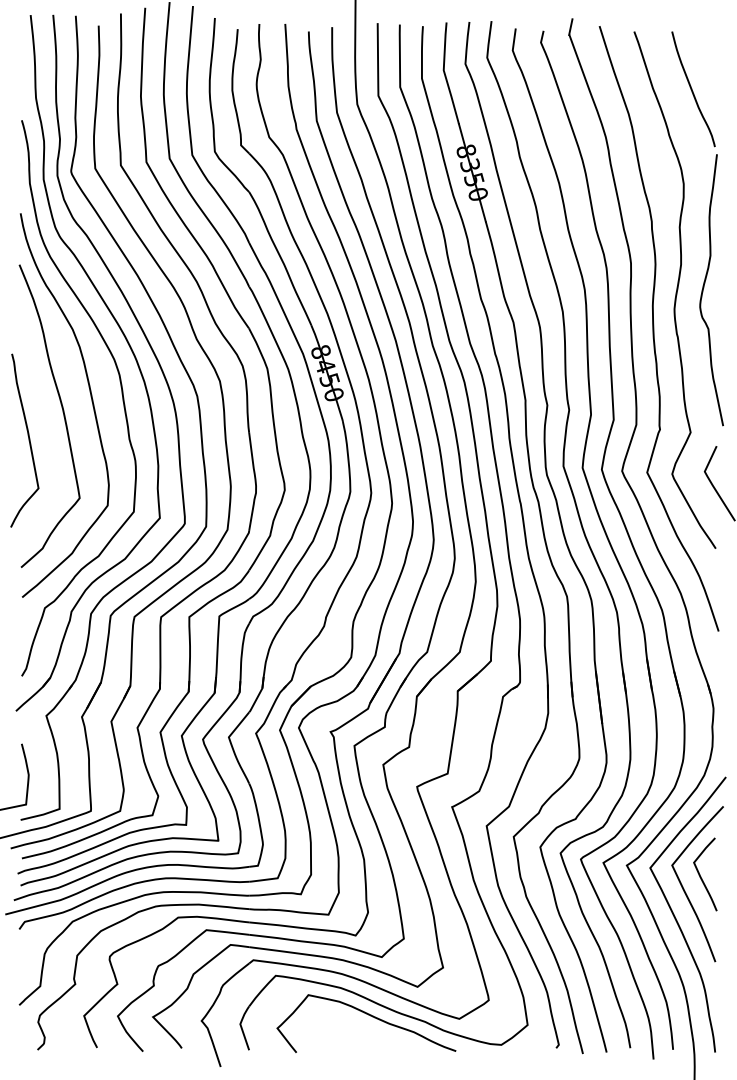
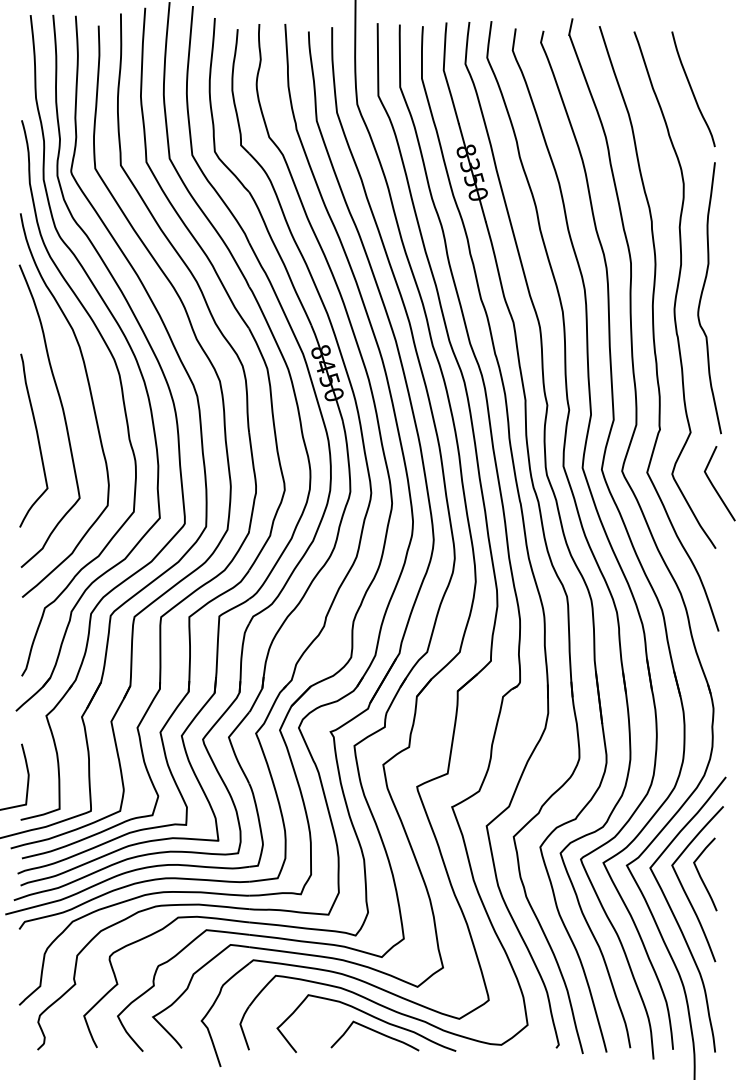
curve at (704, 287) position: (704, 287) -> (702, 295)
curve at (28, 440) position: (28, 440) -> (37, 440)
curve at (375, 1032): none -> present
